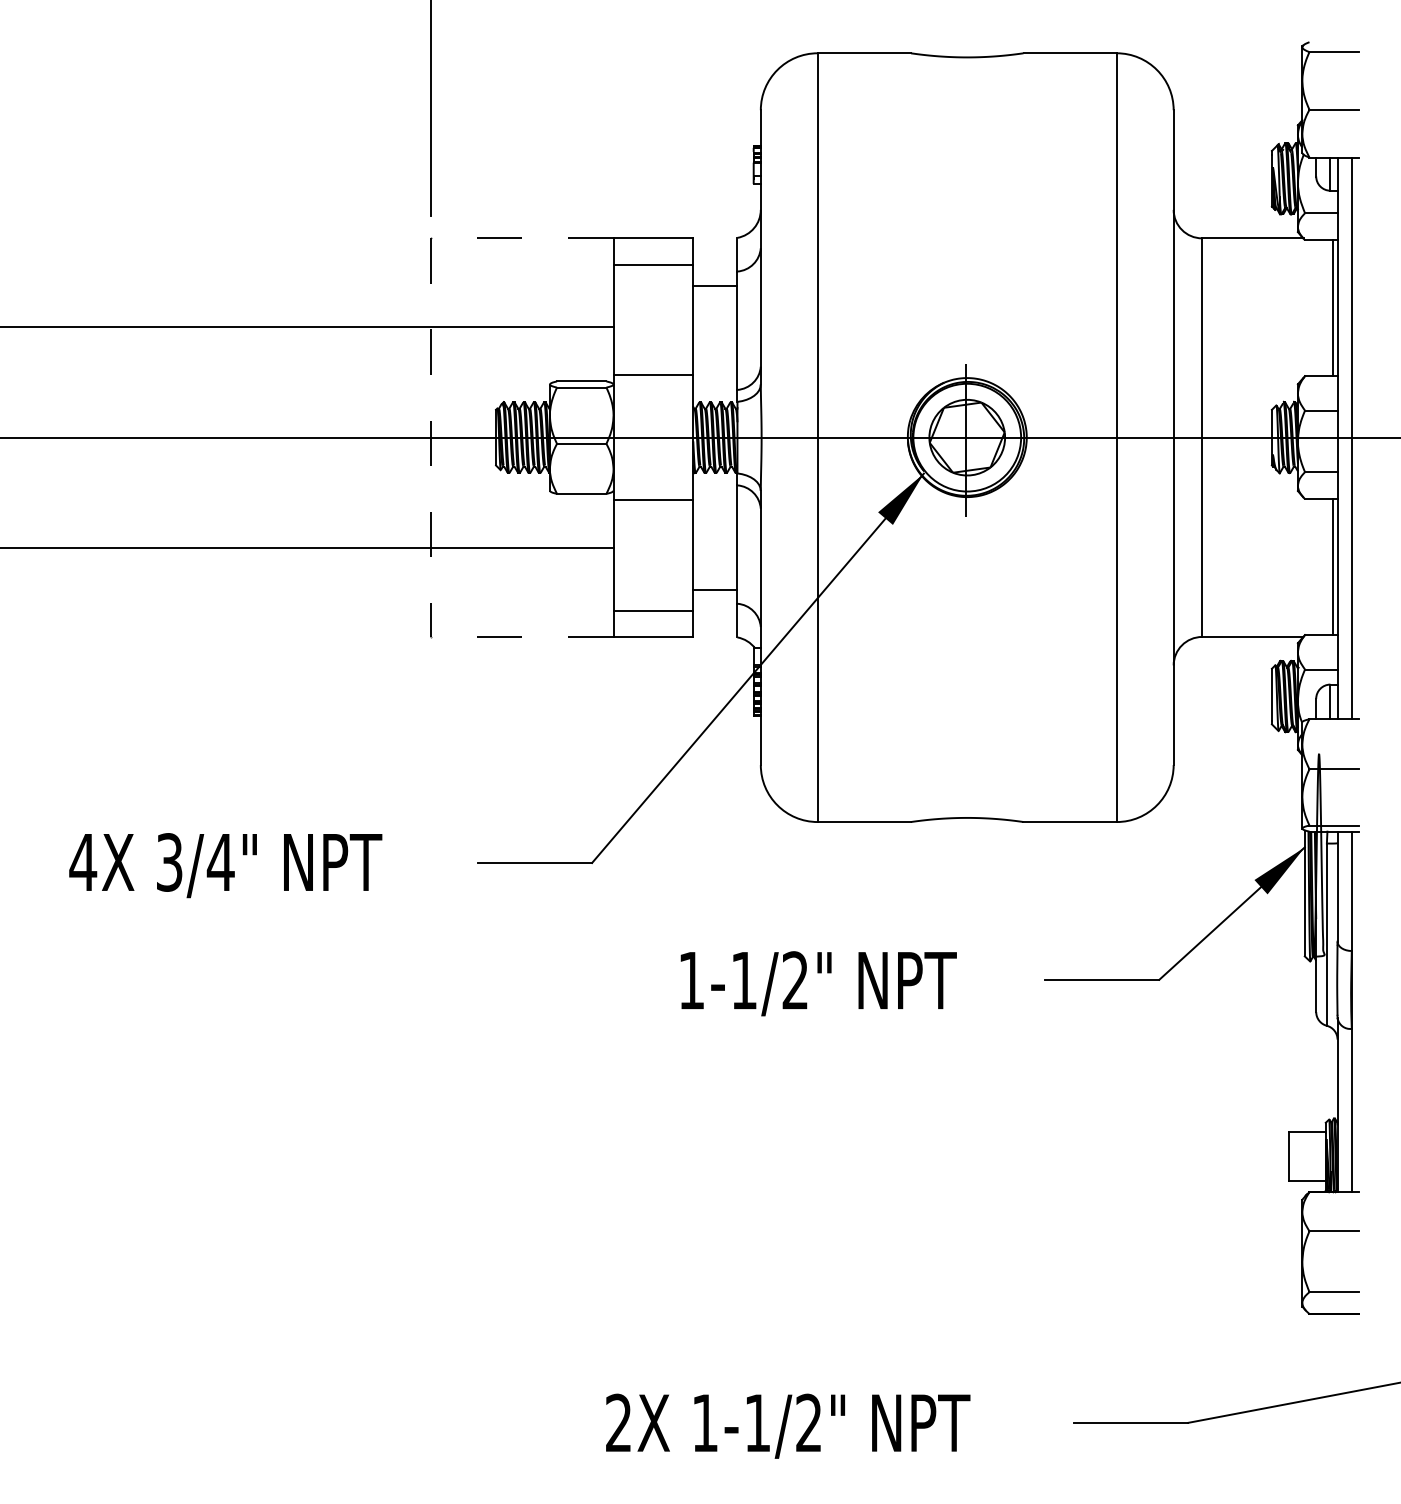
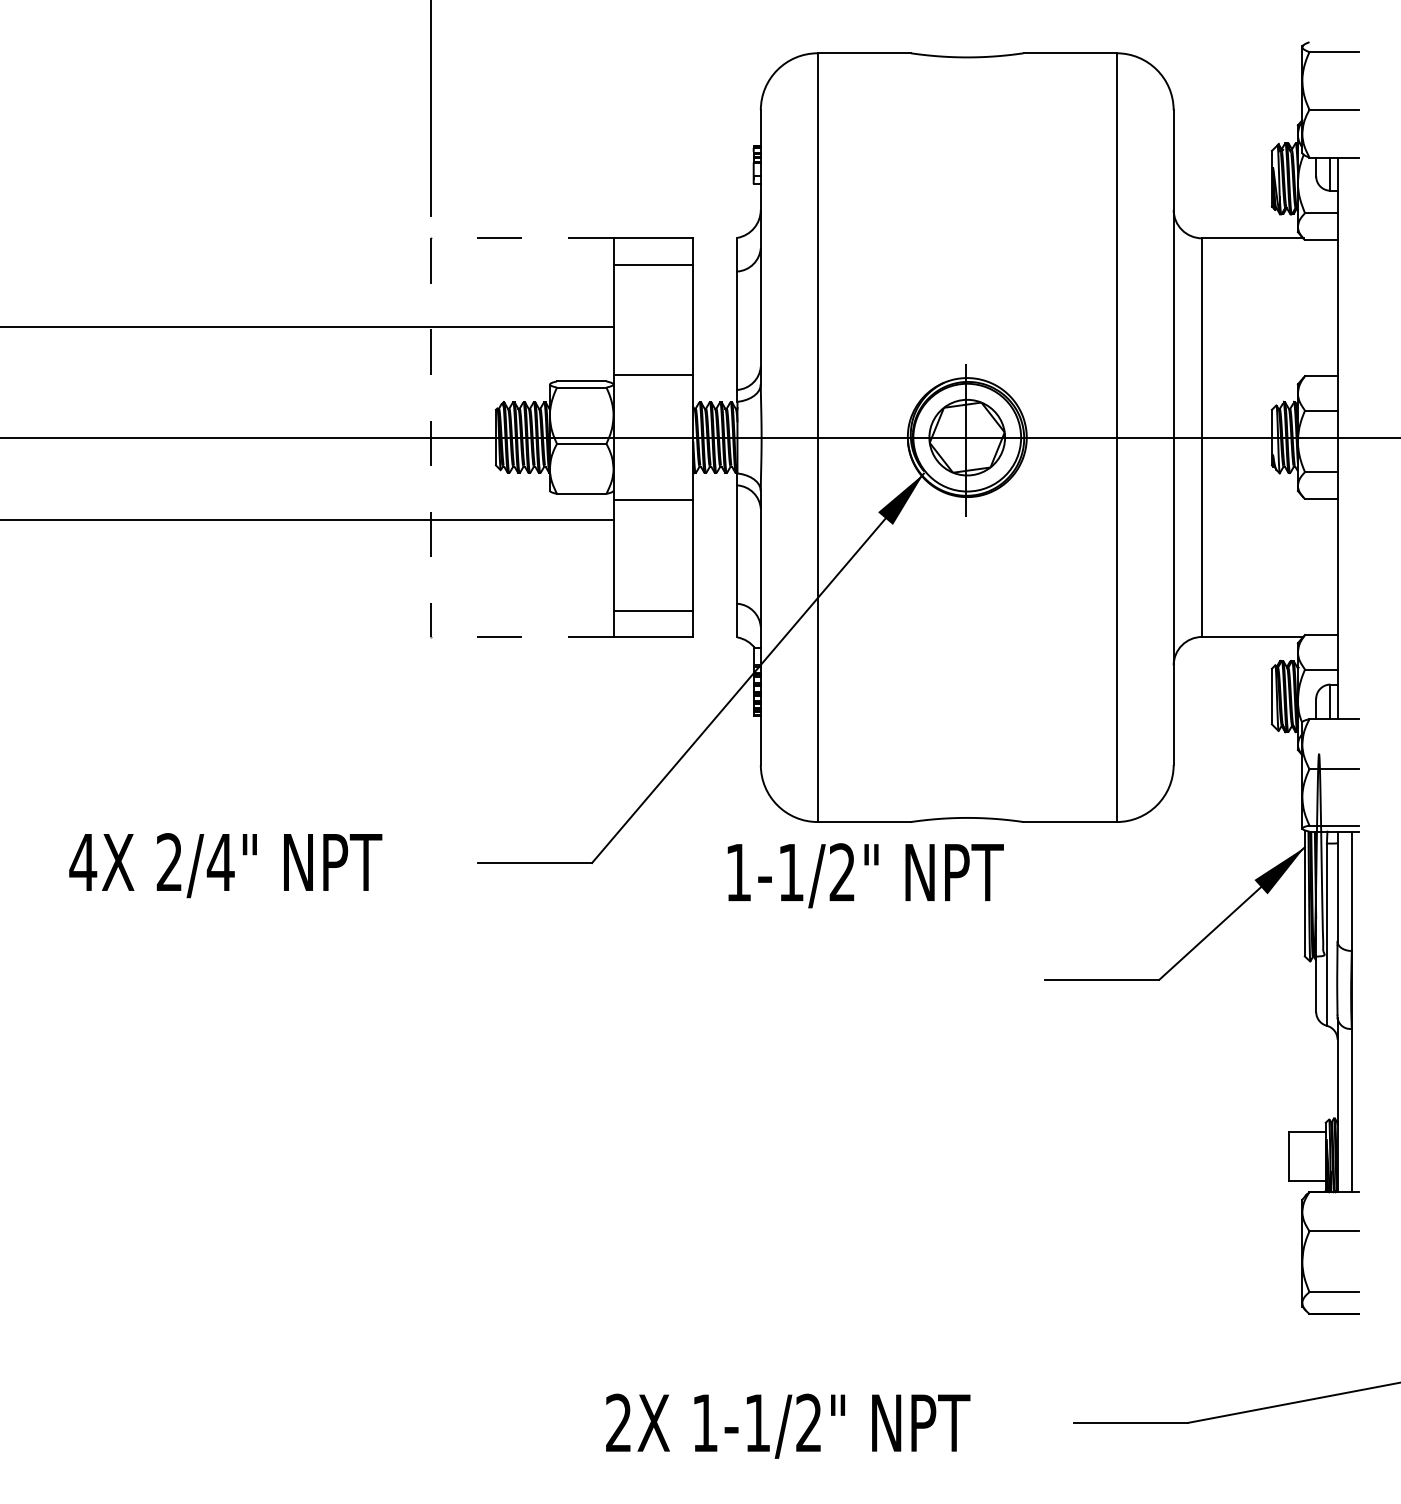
line at (715, 285): present -> none
line at (1333, 308): present -> none
line at (1351, 438): present -> none
line at (307, 547) position: (307, 547) -> (307, 519)
line at (1333, 567): present -> none
line at (715, 589): present -> none
text at (169, 862): 3/4" -> 2/4"
text at (818, 983) position: (818, 983) -> (865, 875)
